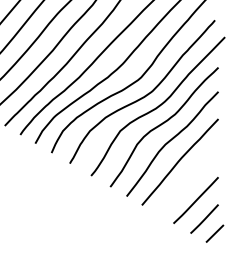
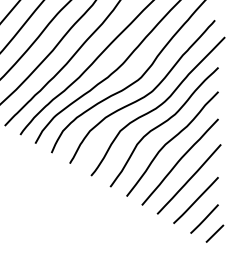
line at (188, 179): none -> present
